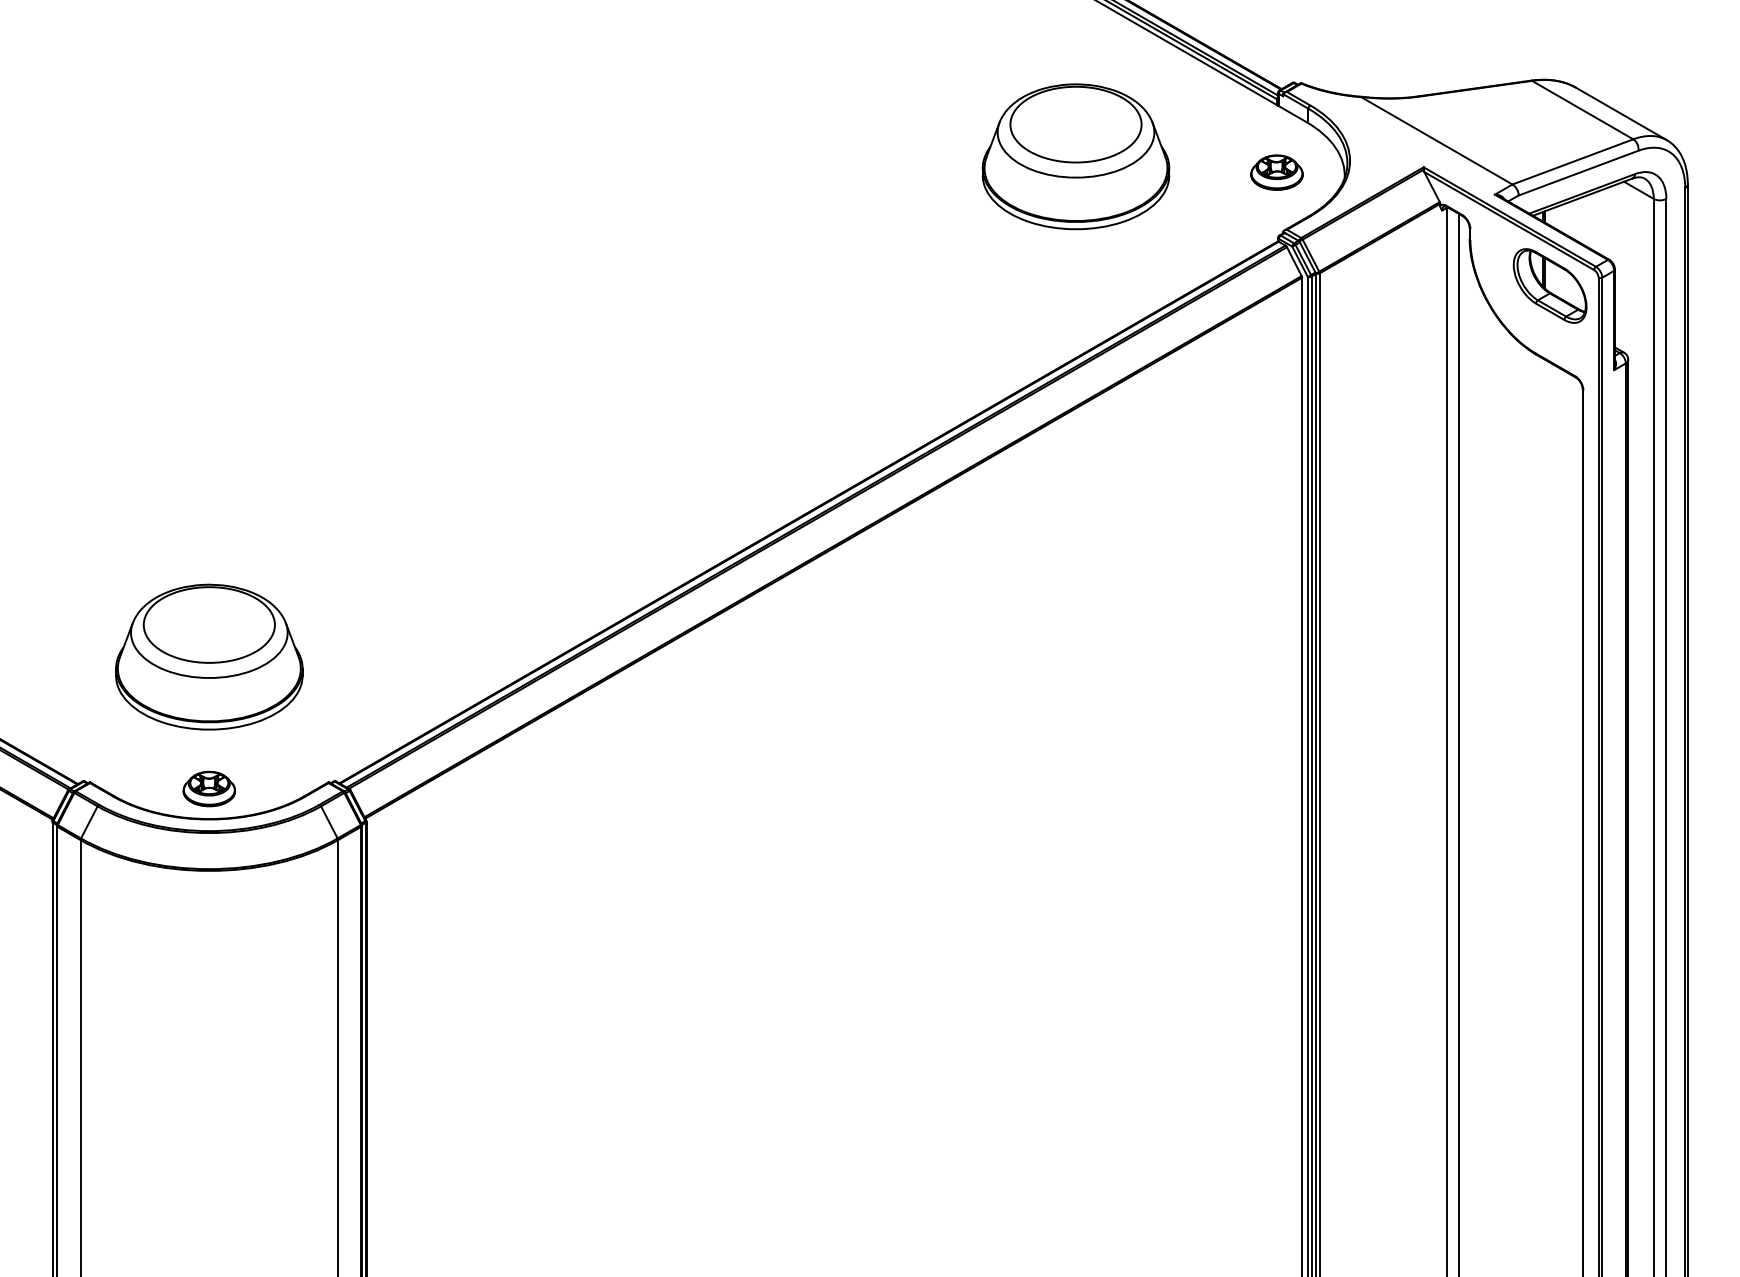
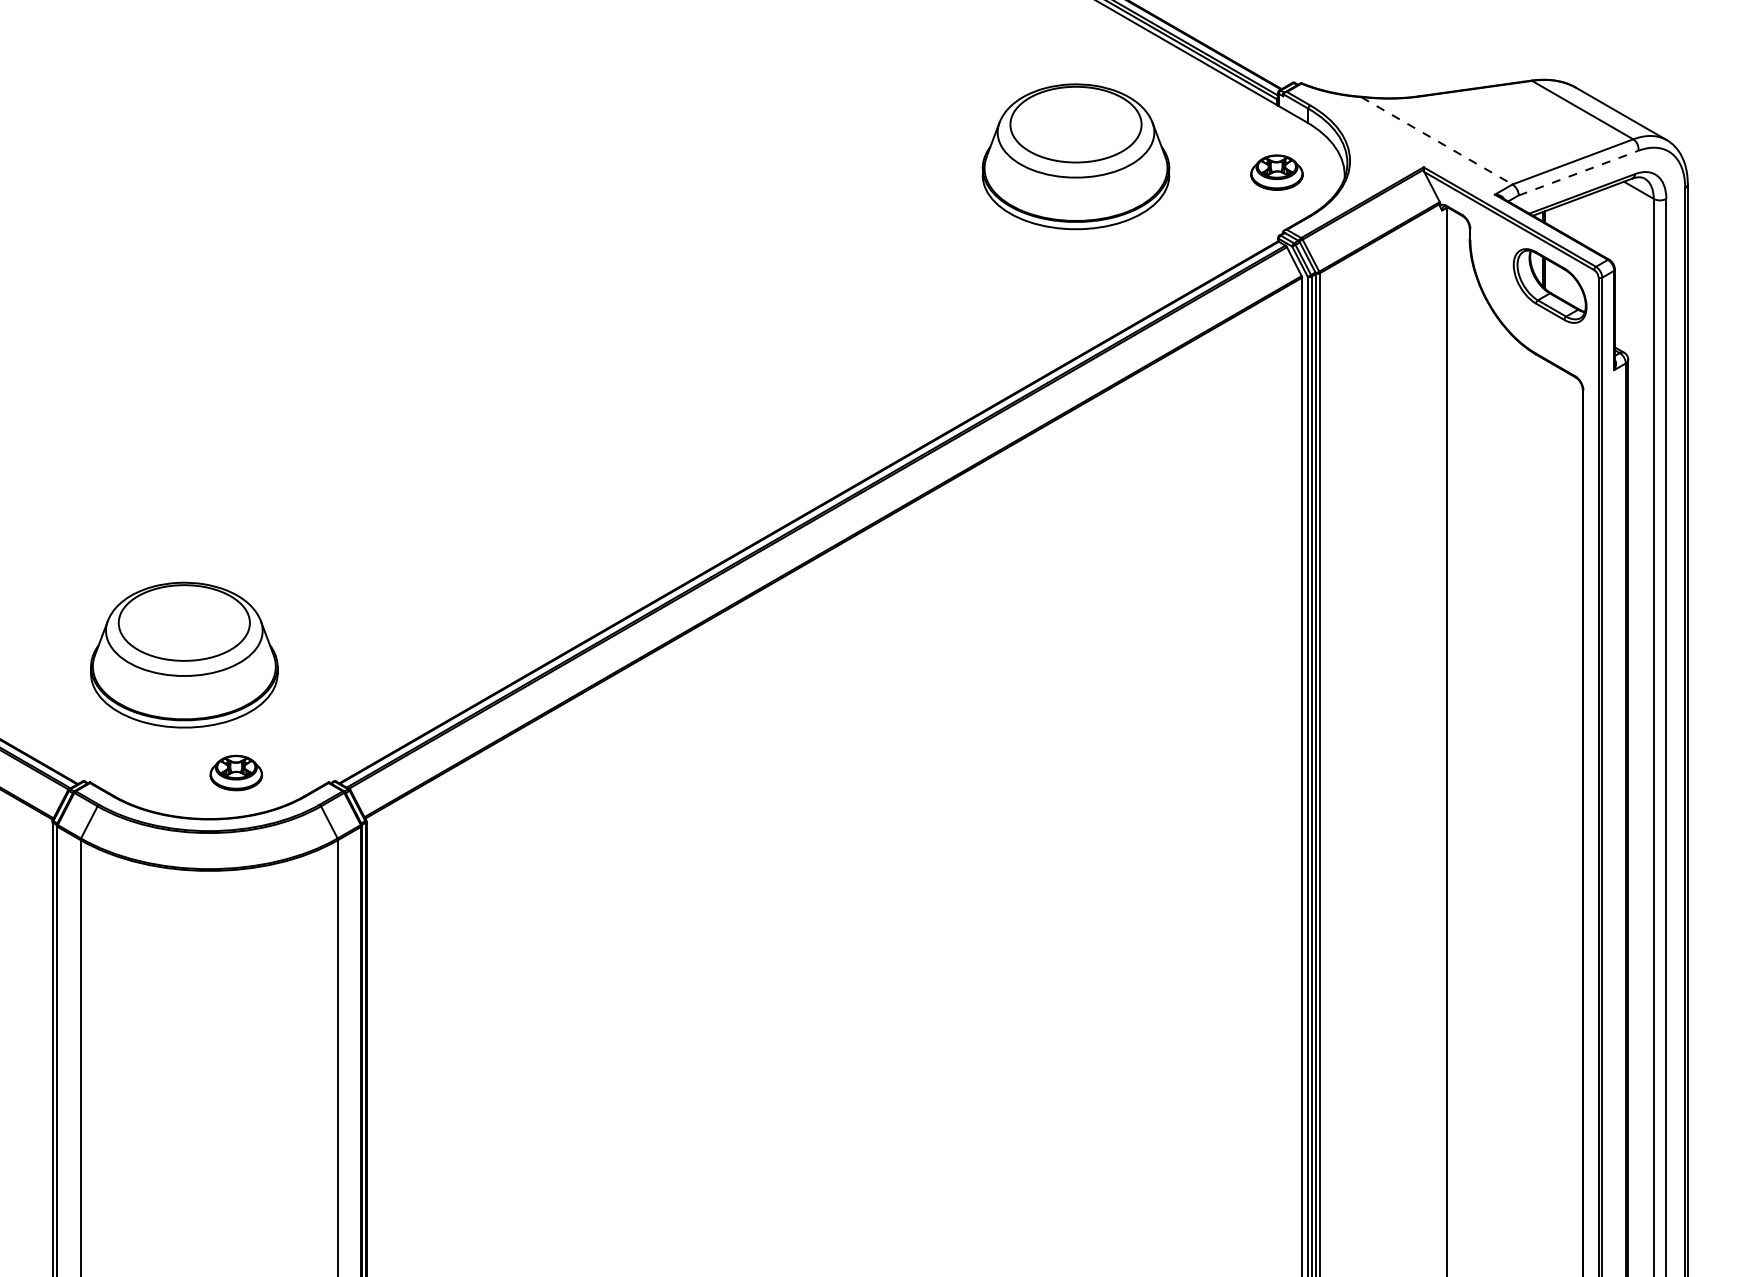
line at (1437, 141): solid -> dashed
line at (1578, 173): solid -> dashed
part at (209, 656) position: (209, 656) -> (184, 654)
line at (1459, 743): present -> none
part at (209, 788) position: (209, 788) -> (236, 772)
